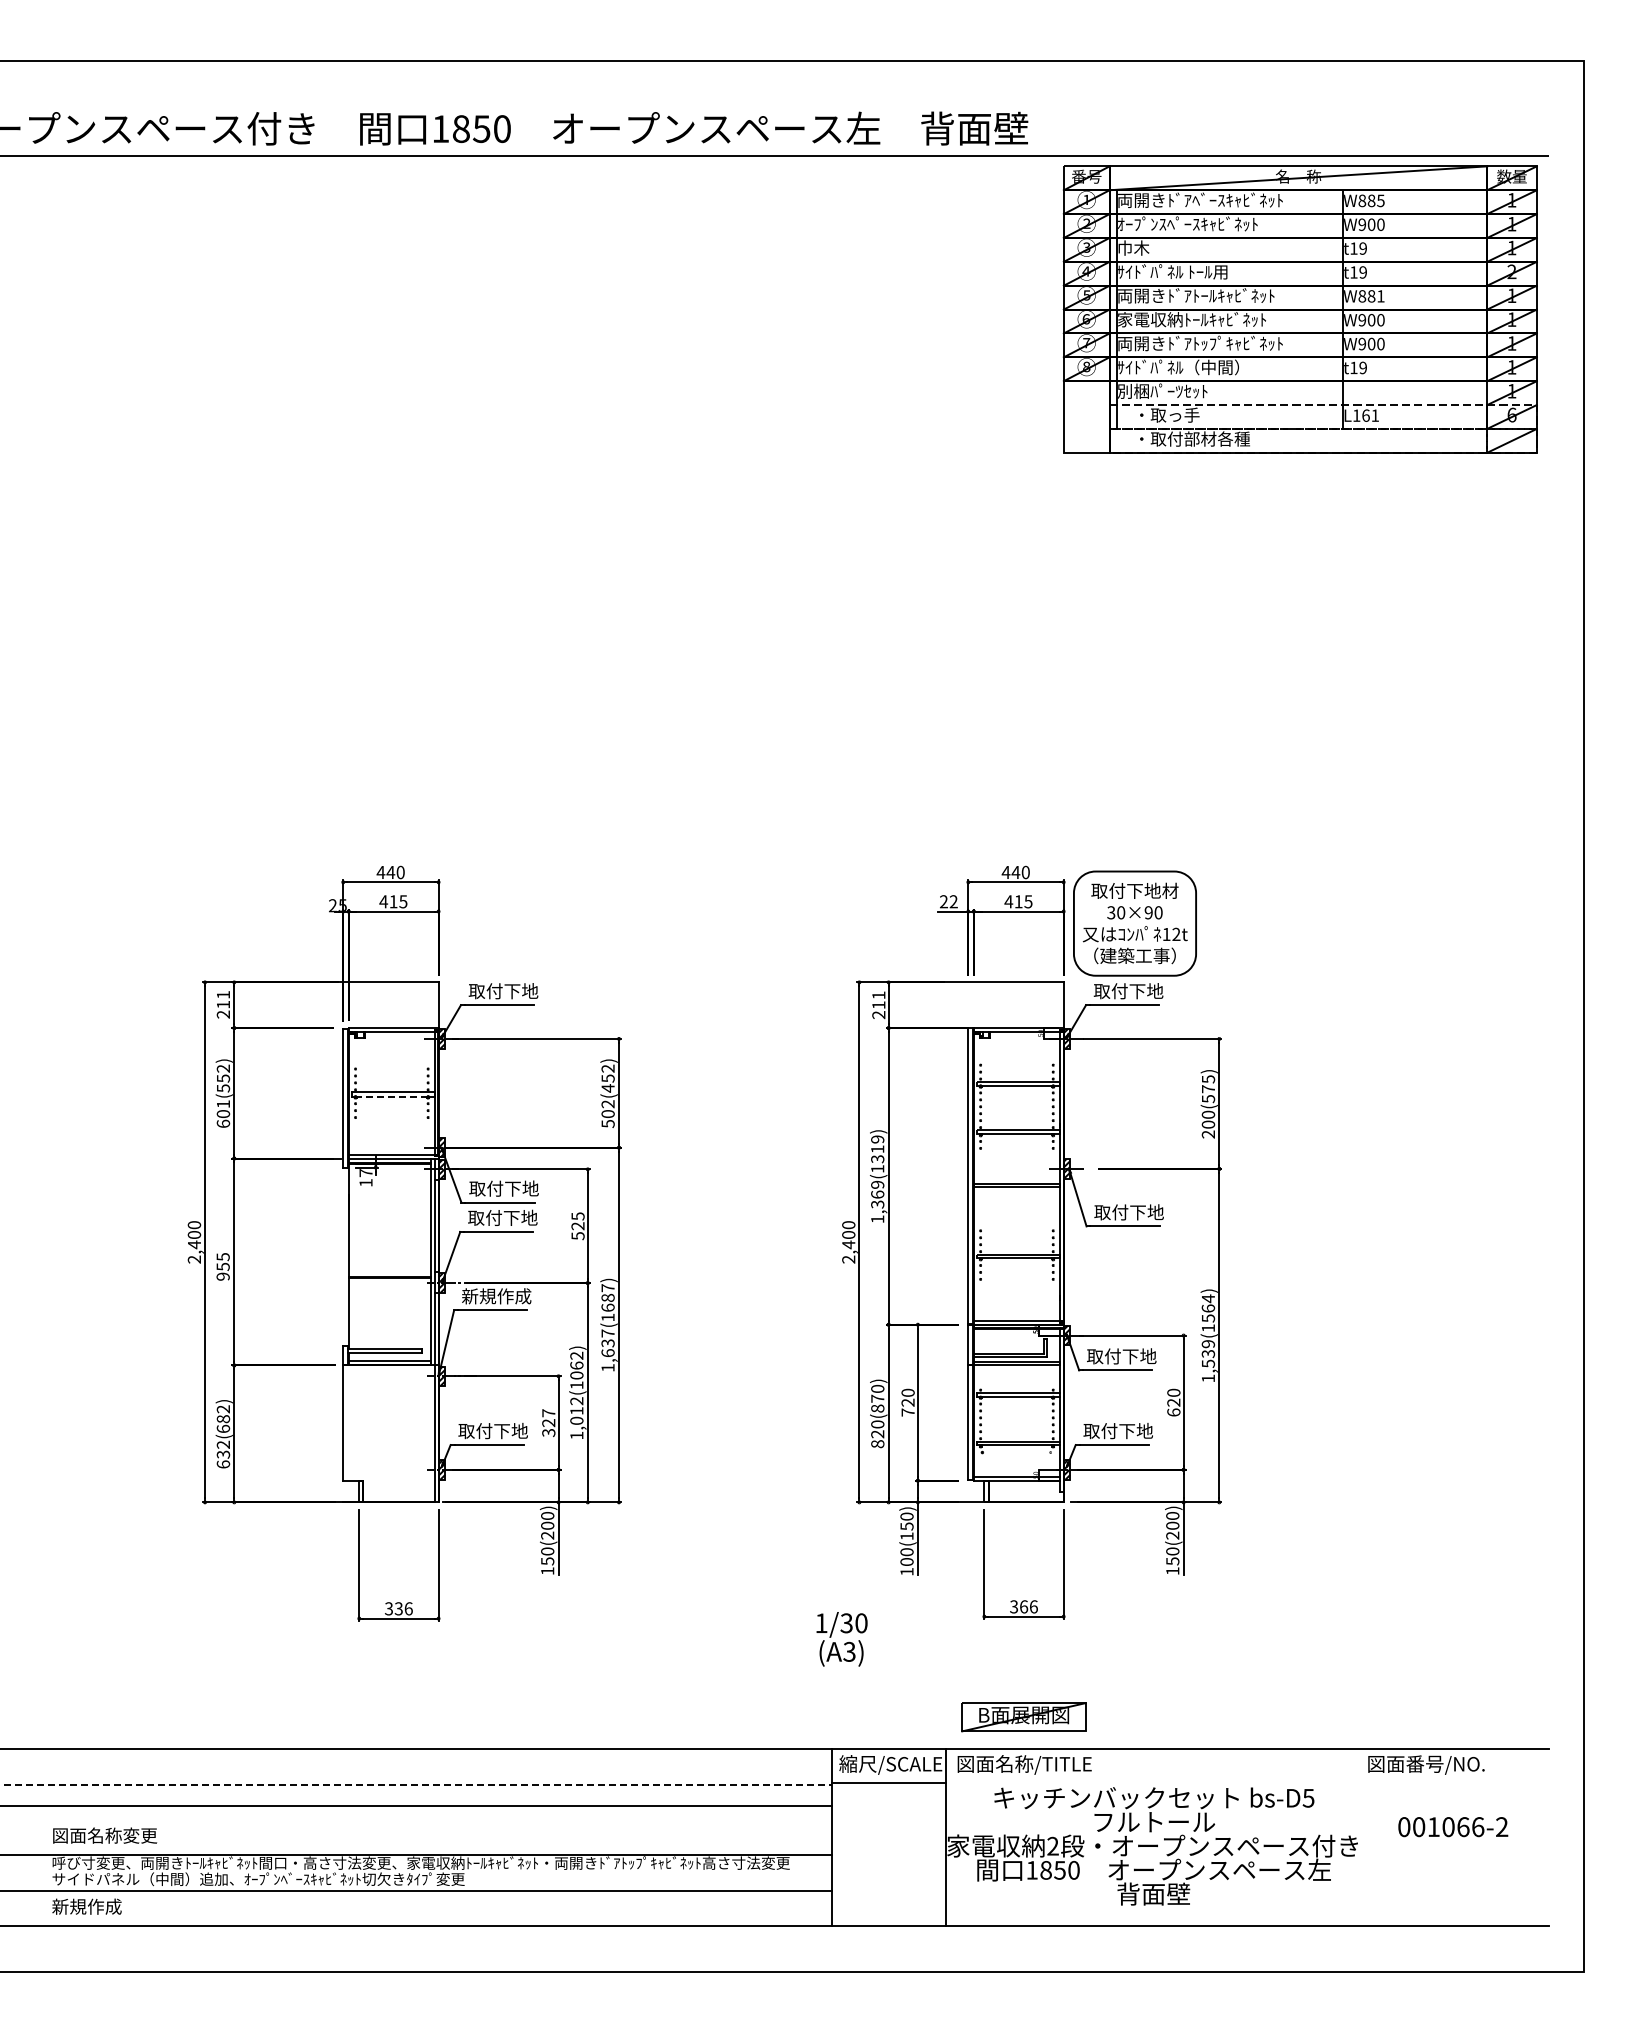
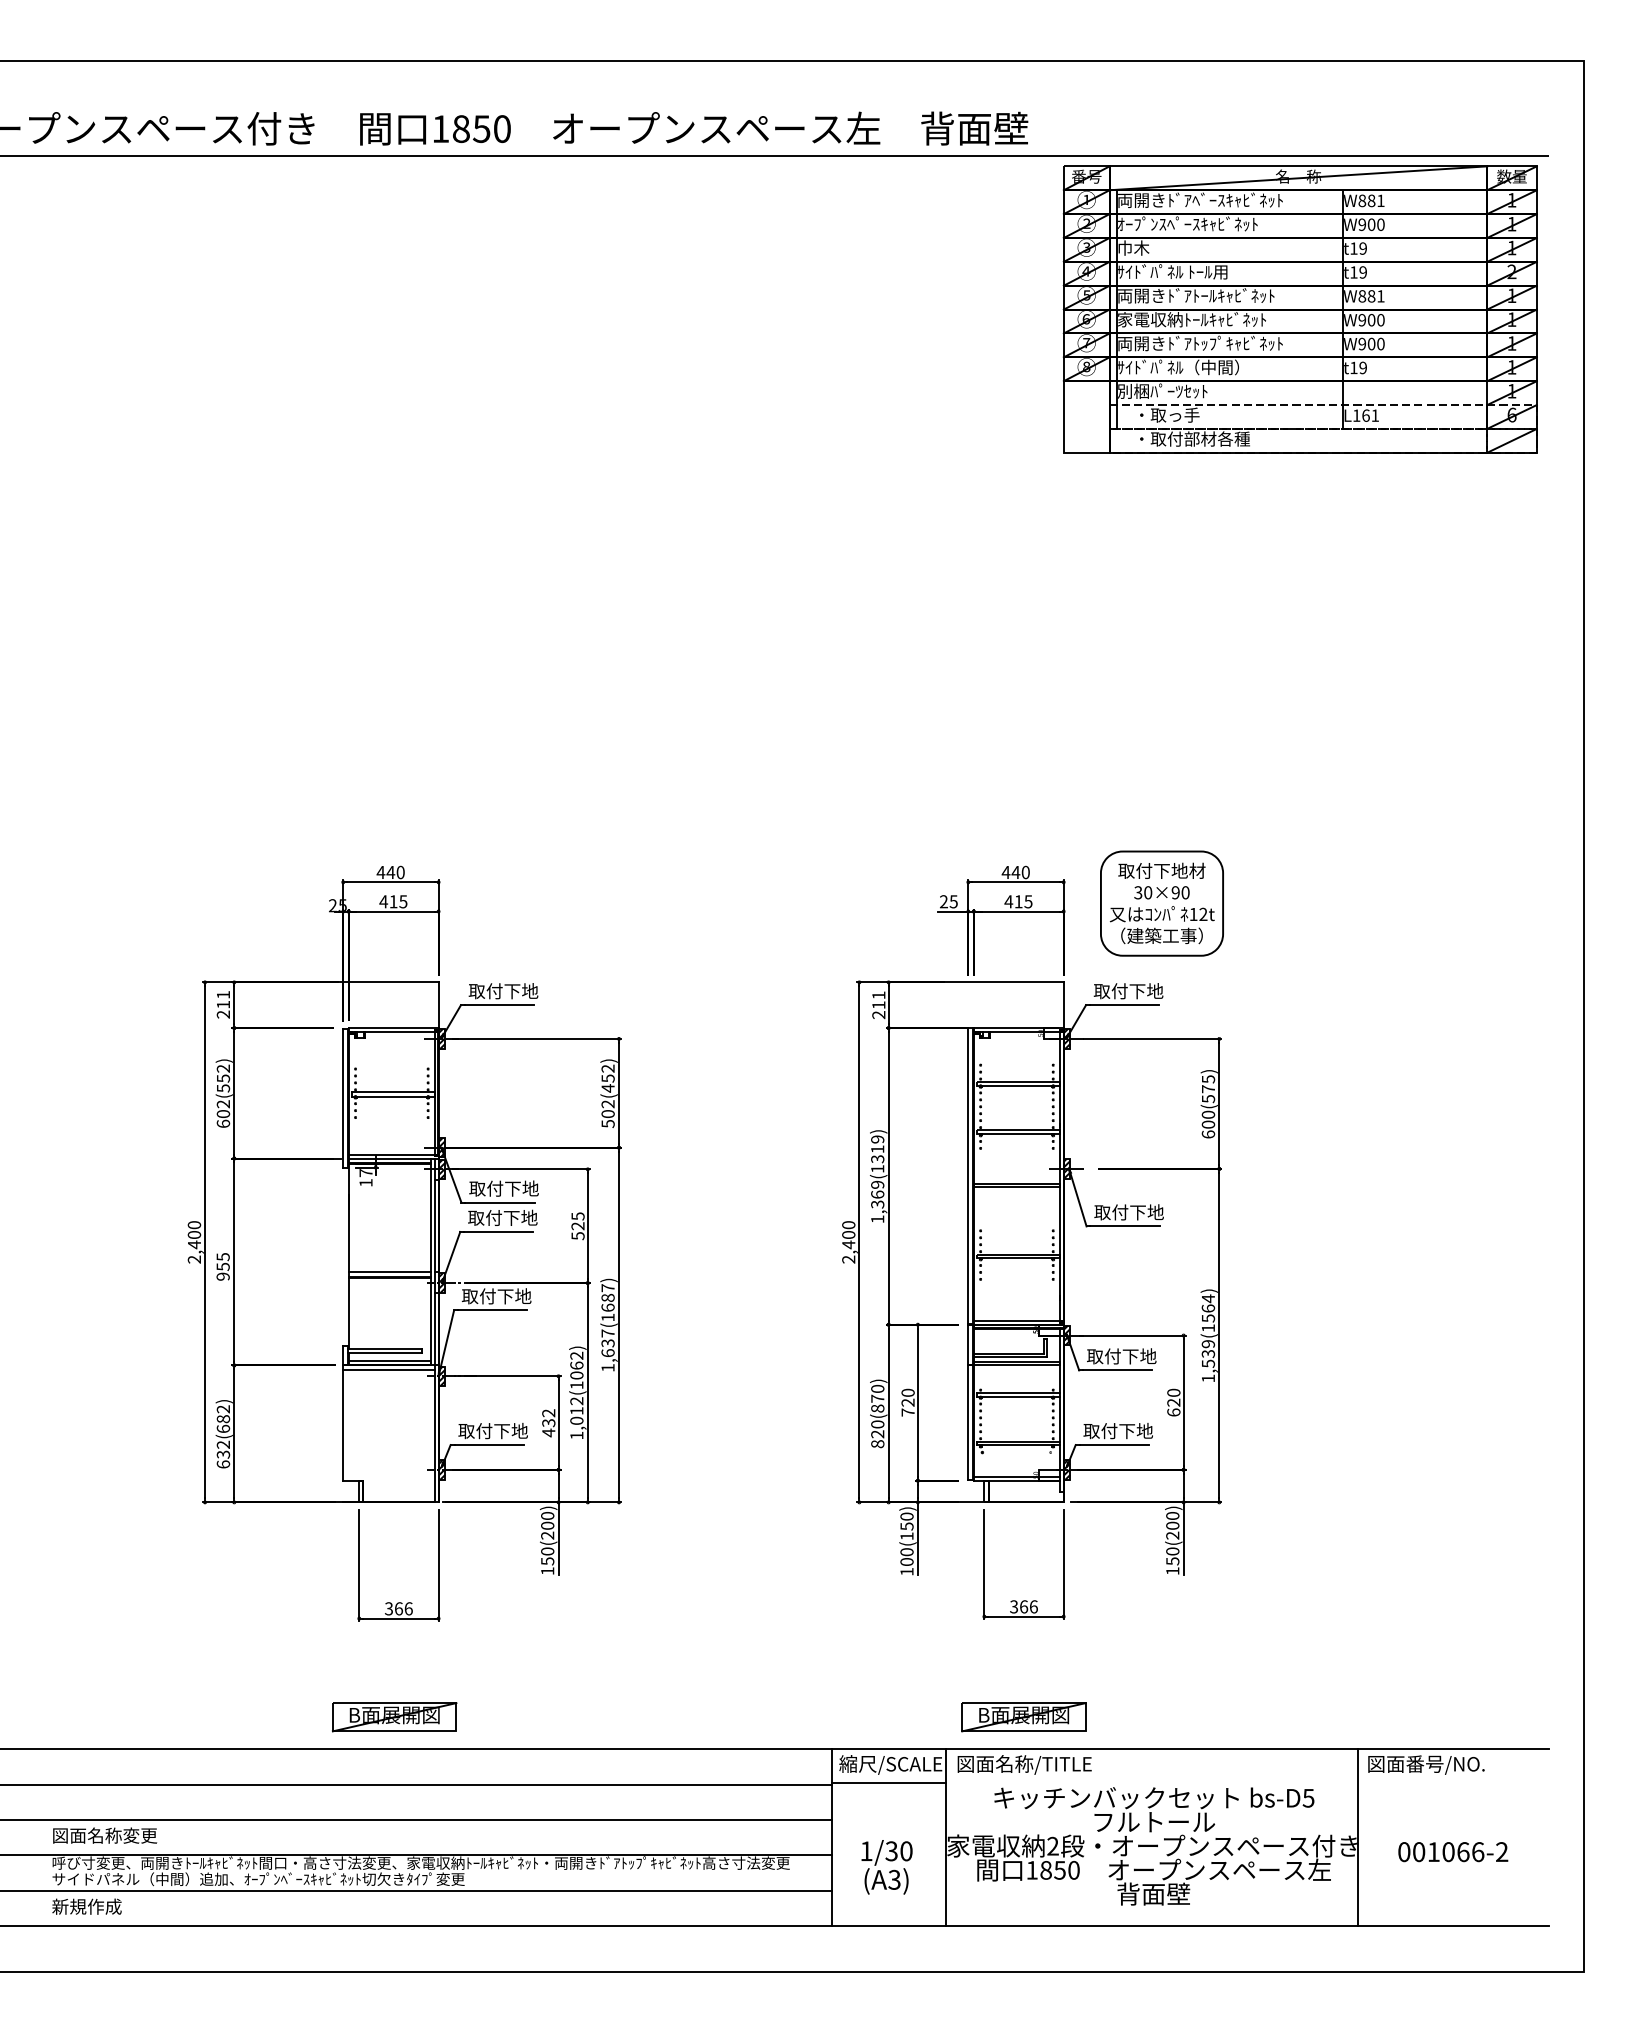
text at (1380, 200): W885 -> W881
text at (953, 901): 22 -> 25
part at (1134, 923) position: (1134, 923) -> (1161, 903)
line at (391, 1096): dashed -> solid
text at (222, 1104): 601(552) -> 602(552)
text at (1208, 1134): 200(575) -> 600(575)
line at (389, 1272): none -> present
text at (496, 1296): 新規作成 -> 取付下地
line at (389, 1369): none -> present
text at (548, 1423): 327 -> 432
text at (398, 1608): 336 -> 366
text at (841, 1639) position: (841, 1639) -> (886, 1867)
part at (394, 1717): none -> present
line at (416, 1784): dashed -> solid
line at (417, 1806) position: (417, 1806) -> (417, 1820)
text at (1453, 1827) position: (1453, 1827) -> (1453, 1852)
line at (1357, 1837): none -> present
